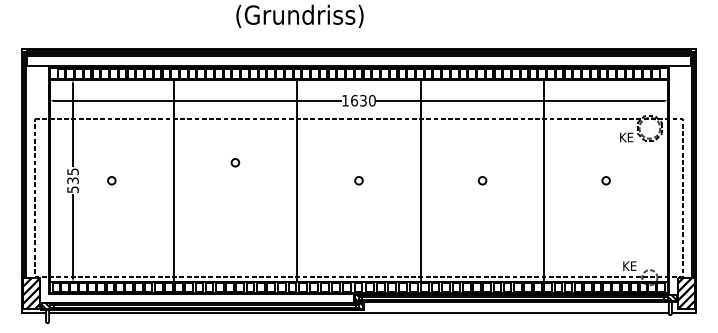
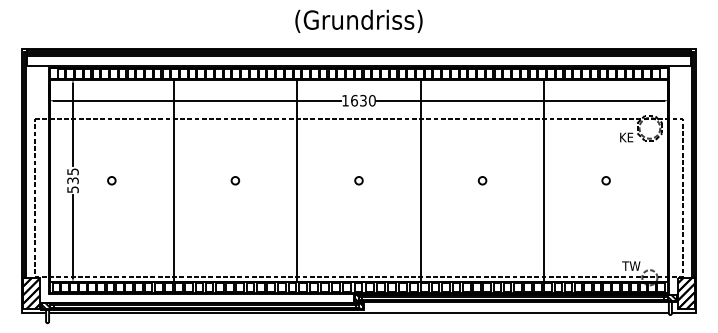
text at (299, 15) position: (299, 15) -> (358, 20)
circle at (235, 162) position: (235, 162) -> (235, 180)
text at (631, 265): KE -> TW
